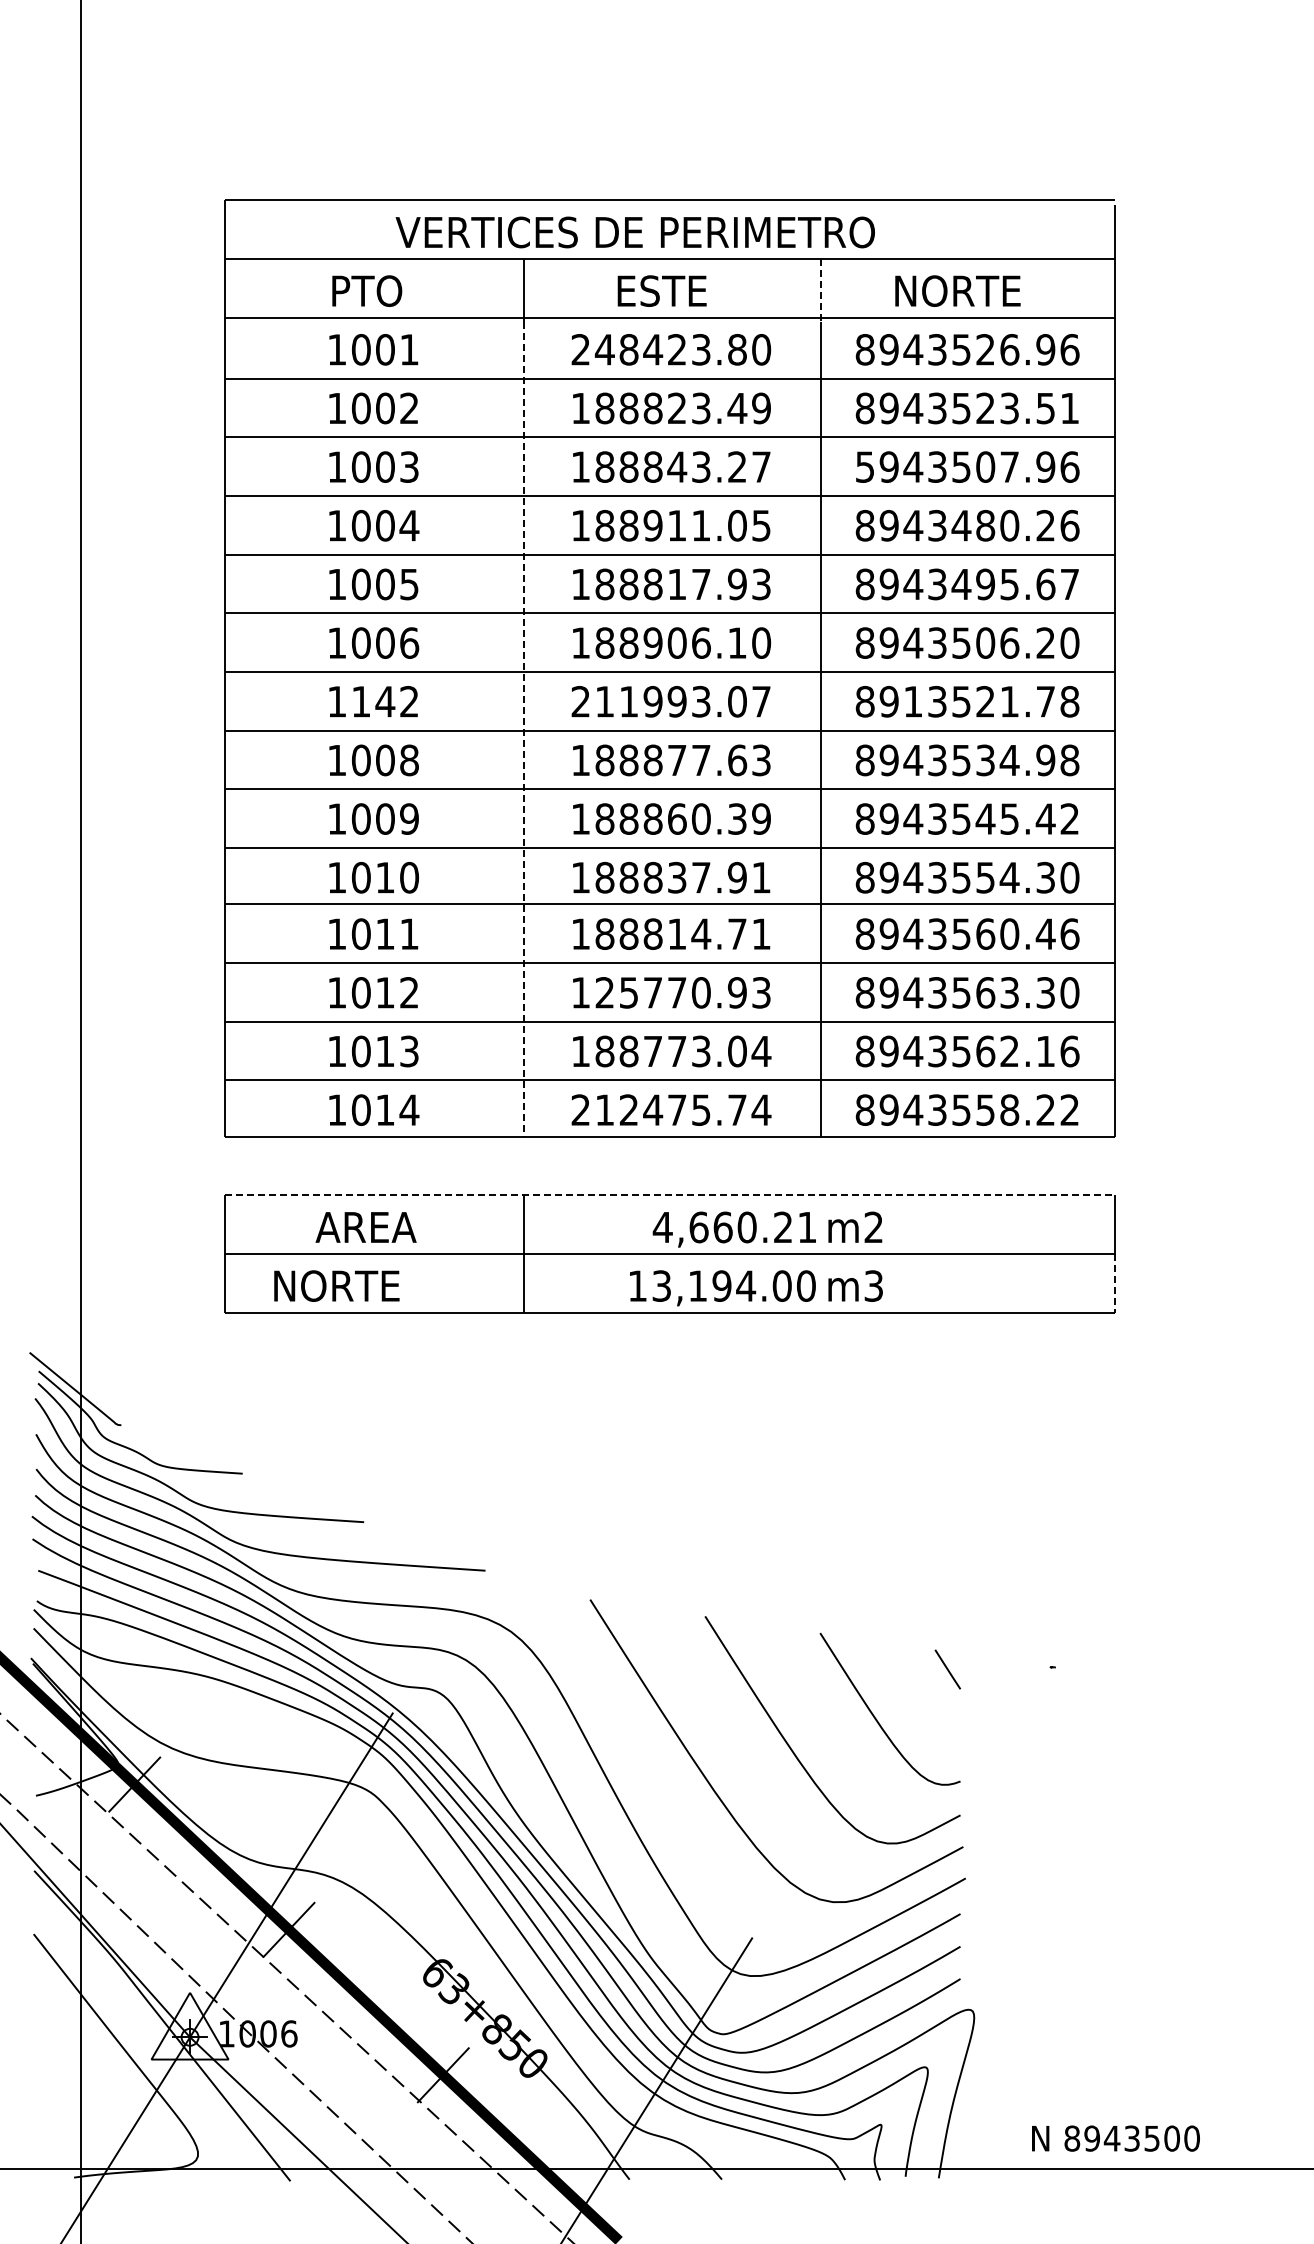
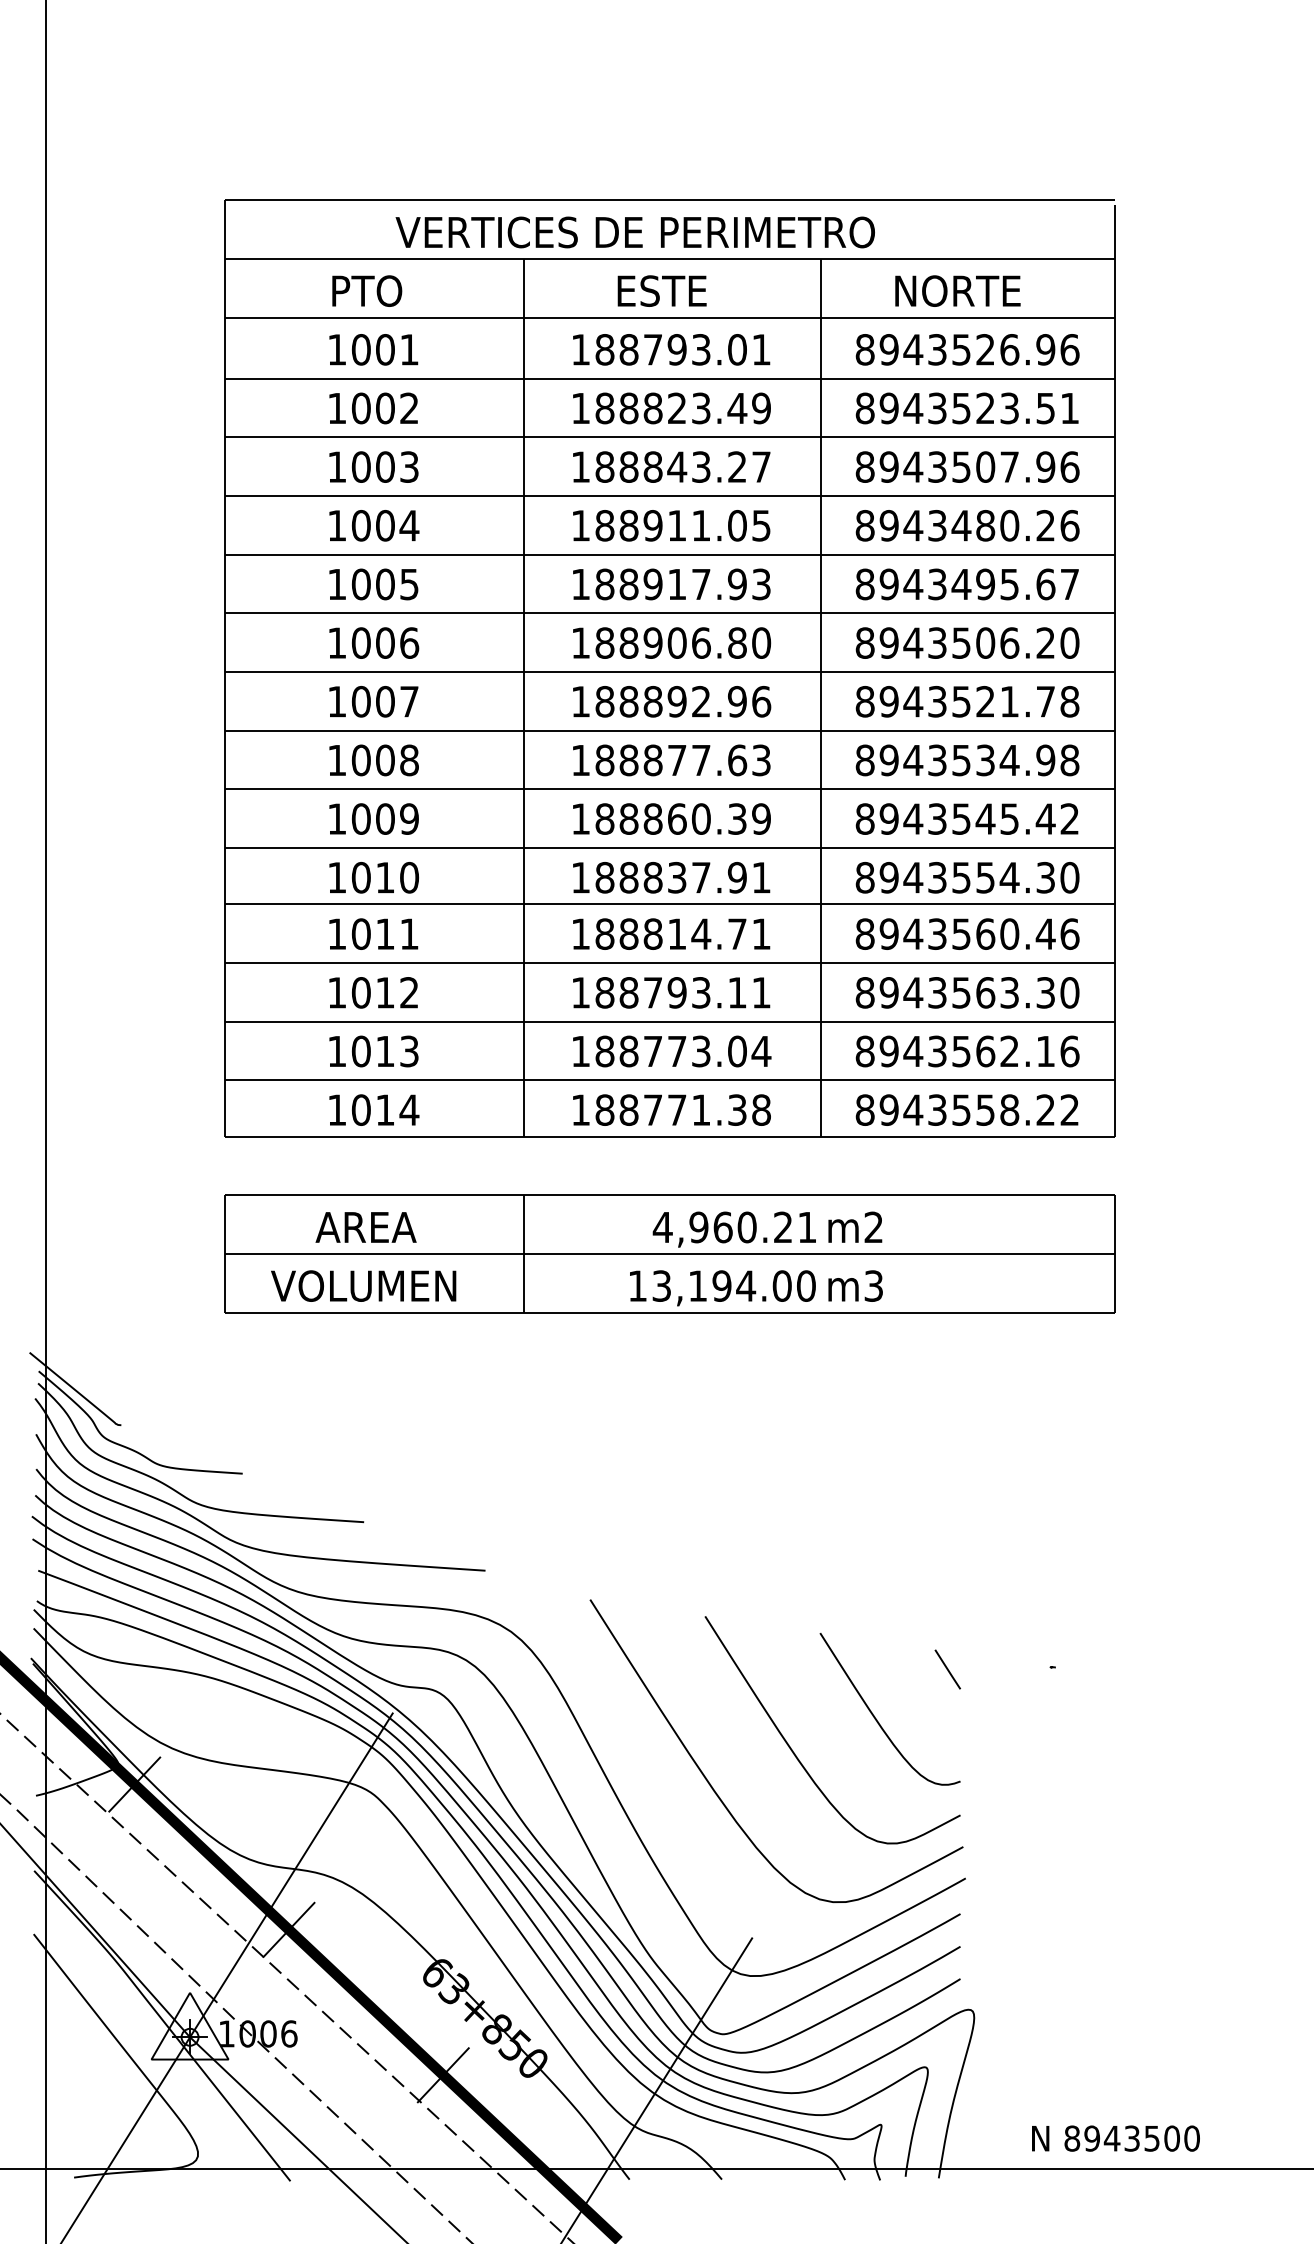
line at (820, 290): dashed -> solid
text at (671, 349): 248423.80 -> 188793.01
text at (864, 466): 5943507.96 -> 8943507.96
text at (652, 584): 188817.93 -> 188917.93
text at (737, 642): 188906.10 -> 188906.80
text at (384, 701): 1142 -> 1007
text at (671, 701): 211993.07 -> 188892.96
text at (913, 701): 8913521.78 -> 8943521.78
line at (523, 730): dashed -> solid
text at (682, 992): 125770.93 -> 188793.11
text at (671, 1109): 212475.74 -> 188771.38
line at (80, 1121) position: (80, 1121) -> (45, 1121)
line at (670, 1195): dashed -> solid
text at (698, 1227): 4,660.21 -> 4,960.21
line at (1114, 1283): dashed -> solid
text at (363, 1285): NORTE -> VOLUMEN
